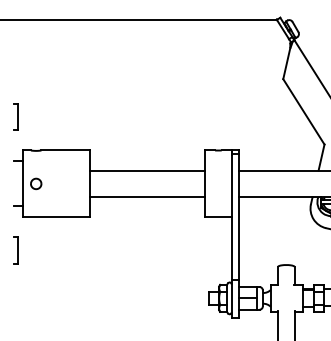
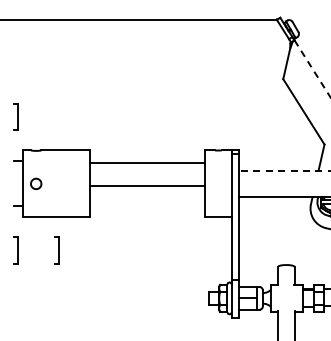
line at (312, 69): solid -> dashed
line at (147, 170) position: (147, 170) -> (147, 162)
line at (284, 170): solid -> dashed
line at (147, 197) position: (147, 197) -> (147, 186)
part at (56, 250): none -> present
